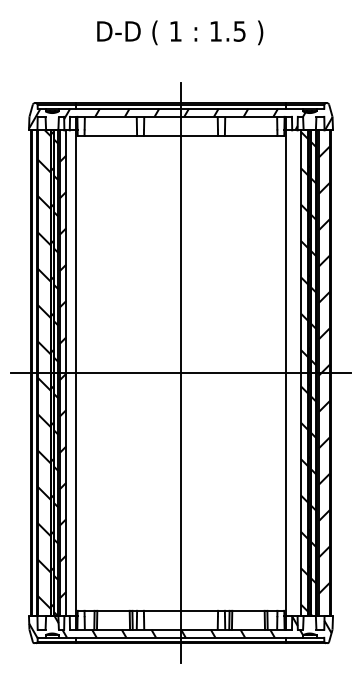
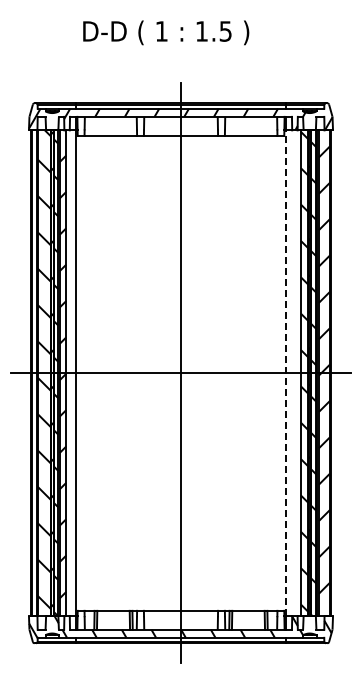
text at (180, 32) position: (180, 32) -> (166, 32)
line at (286, 373): solid -> dashed
